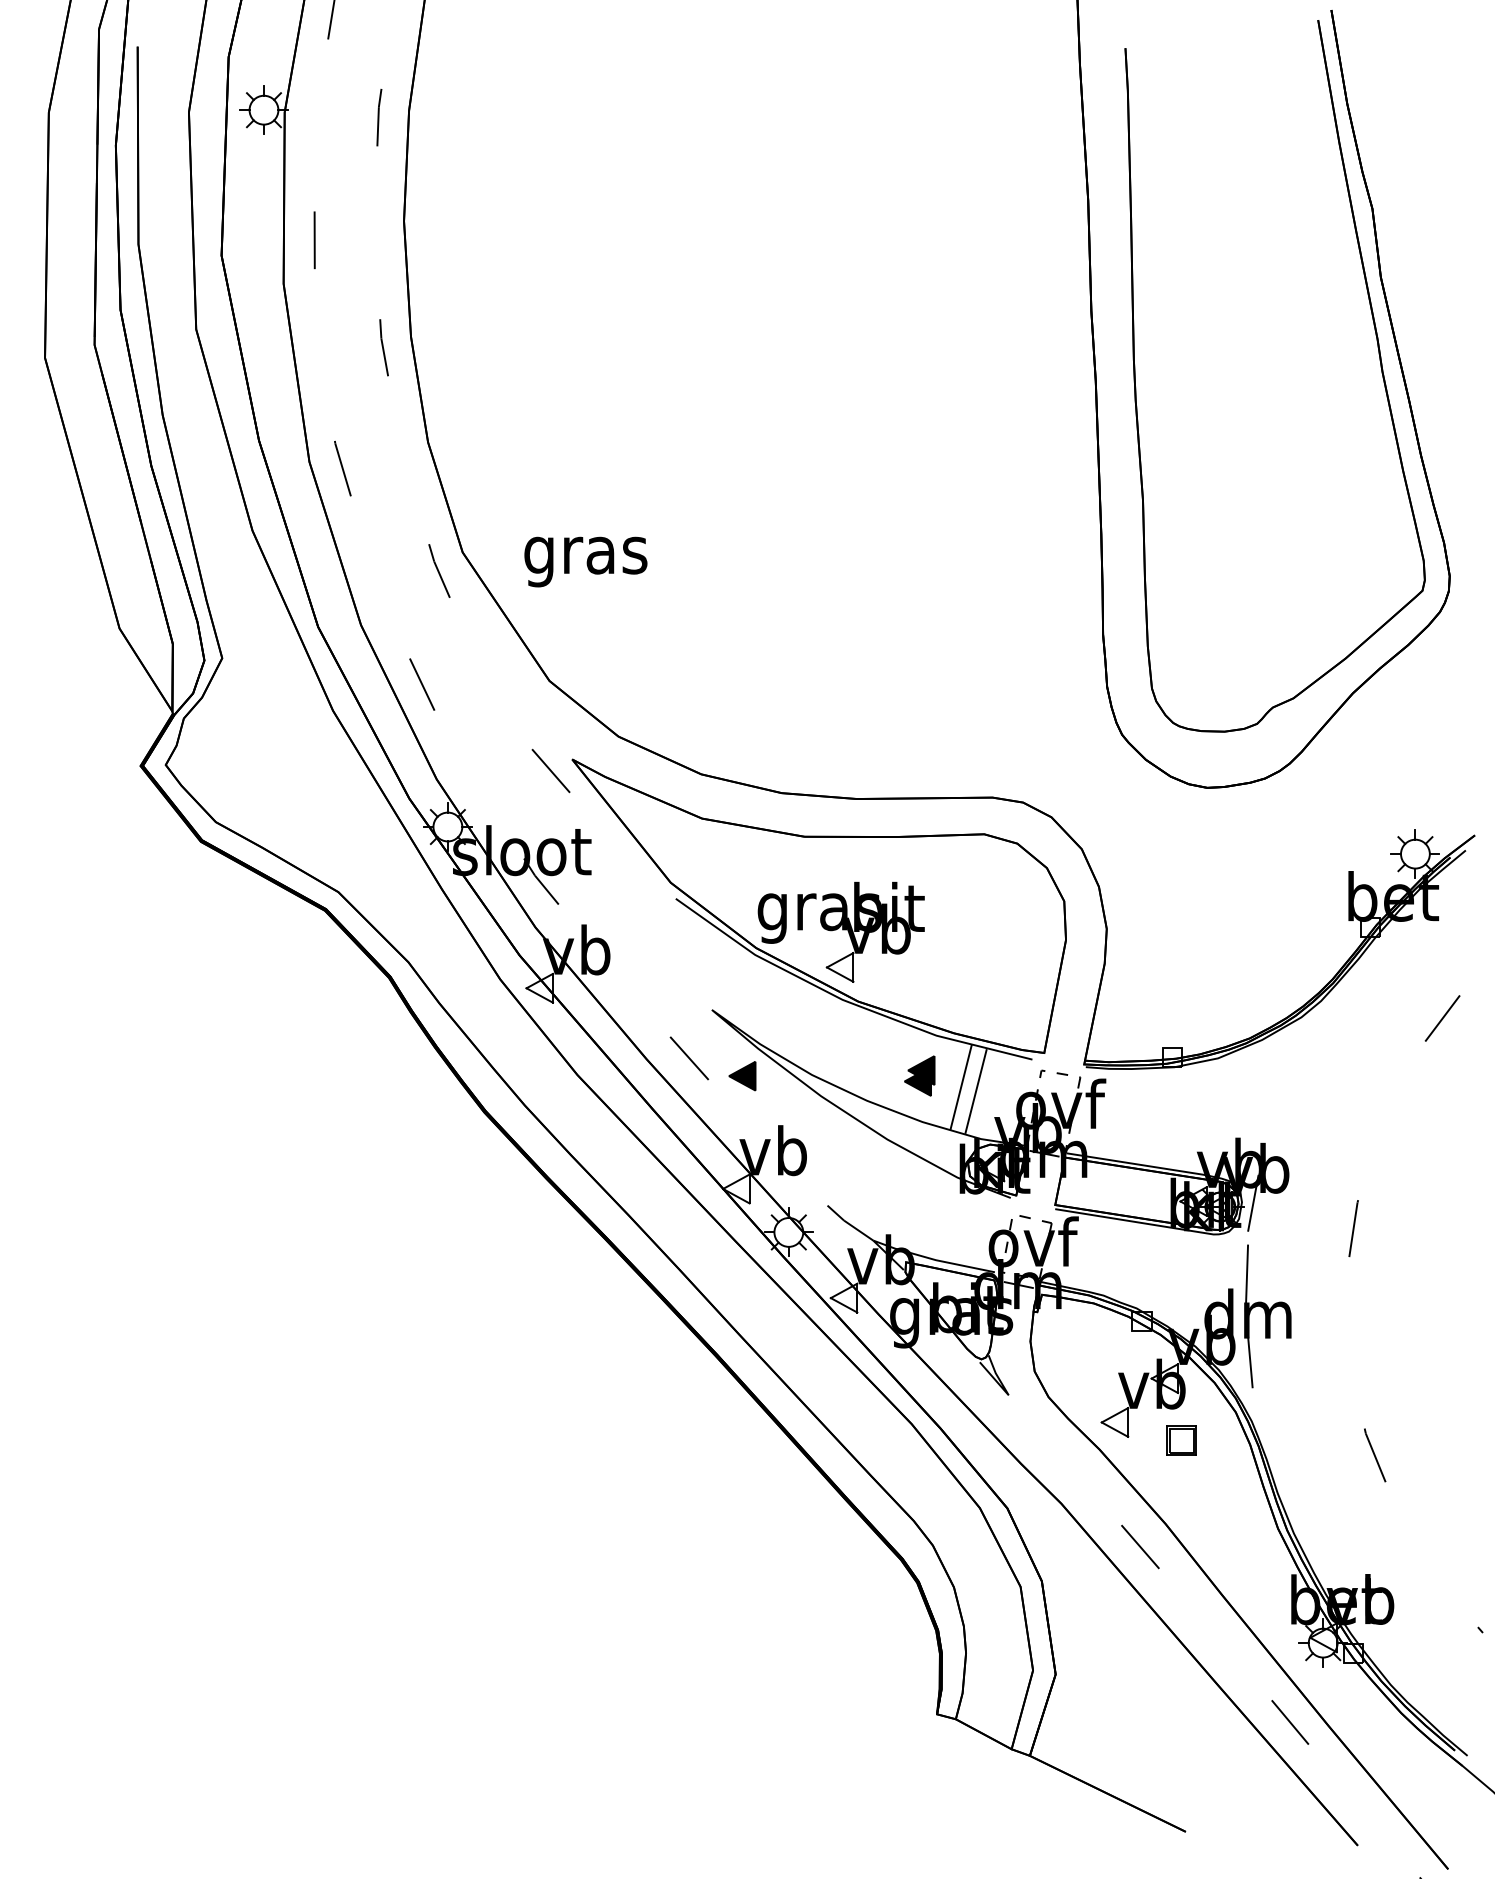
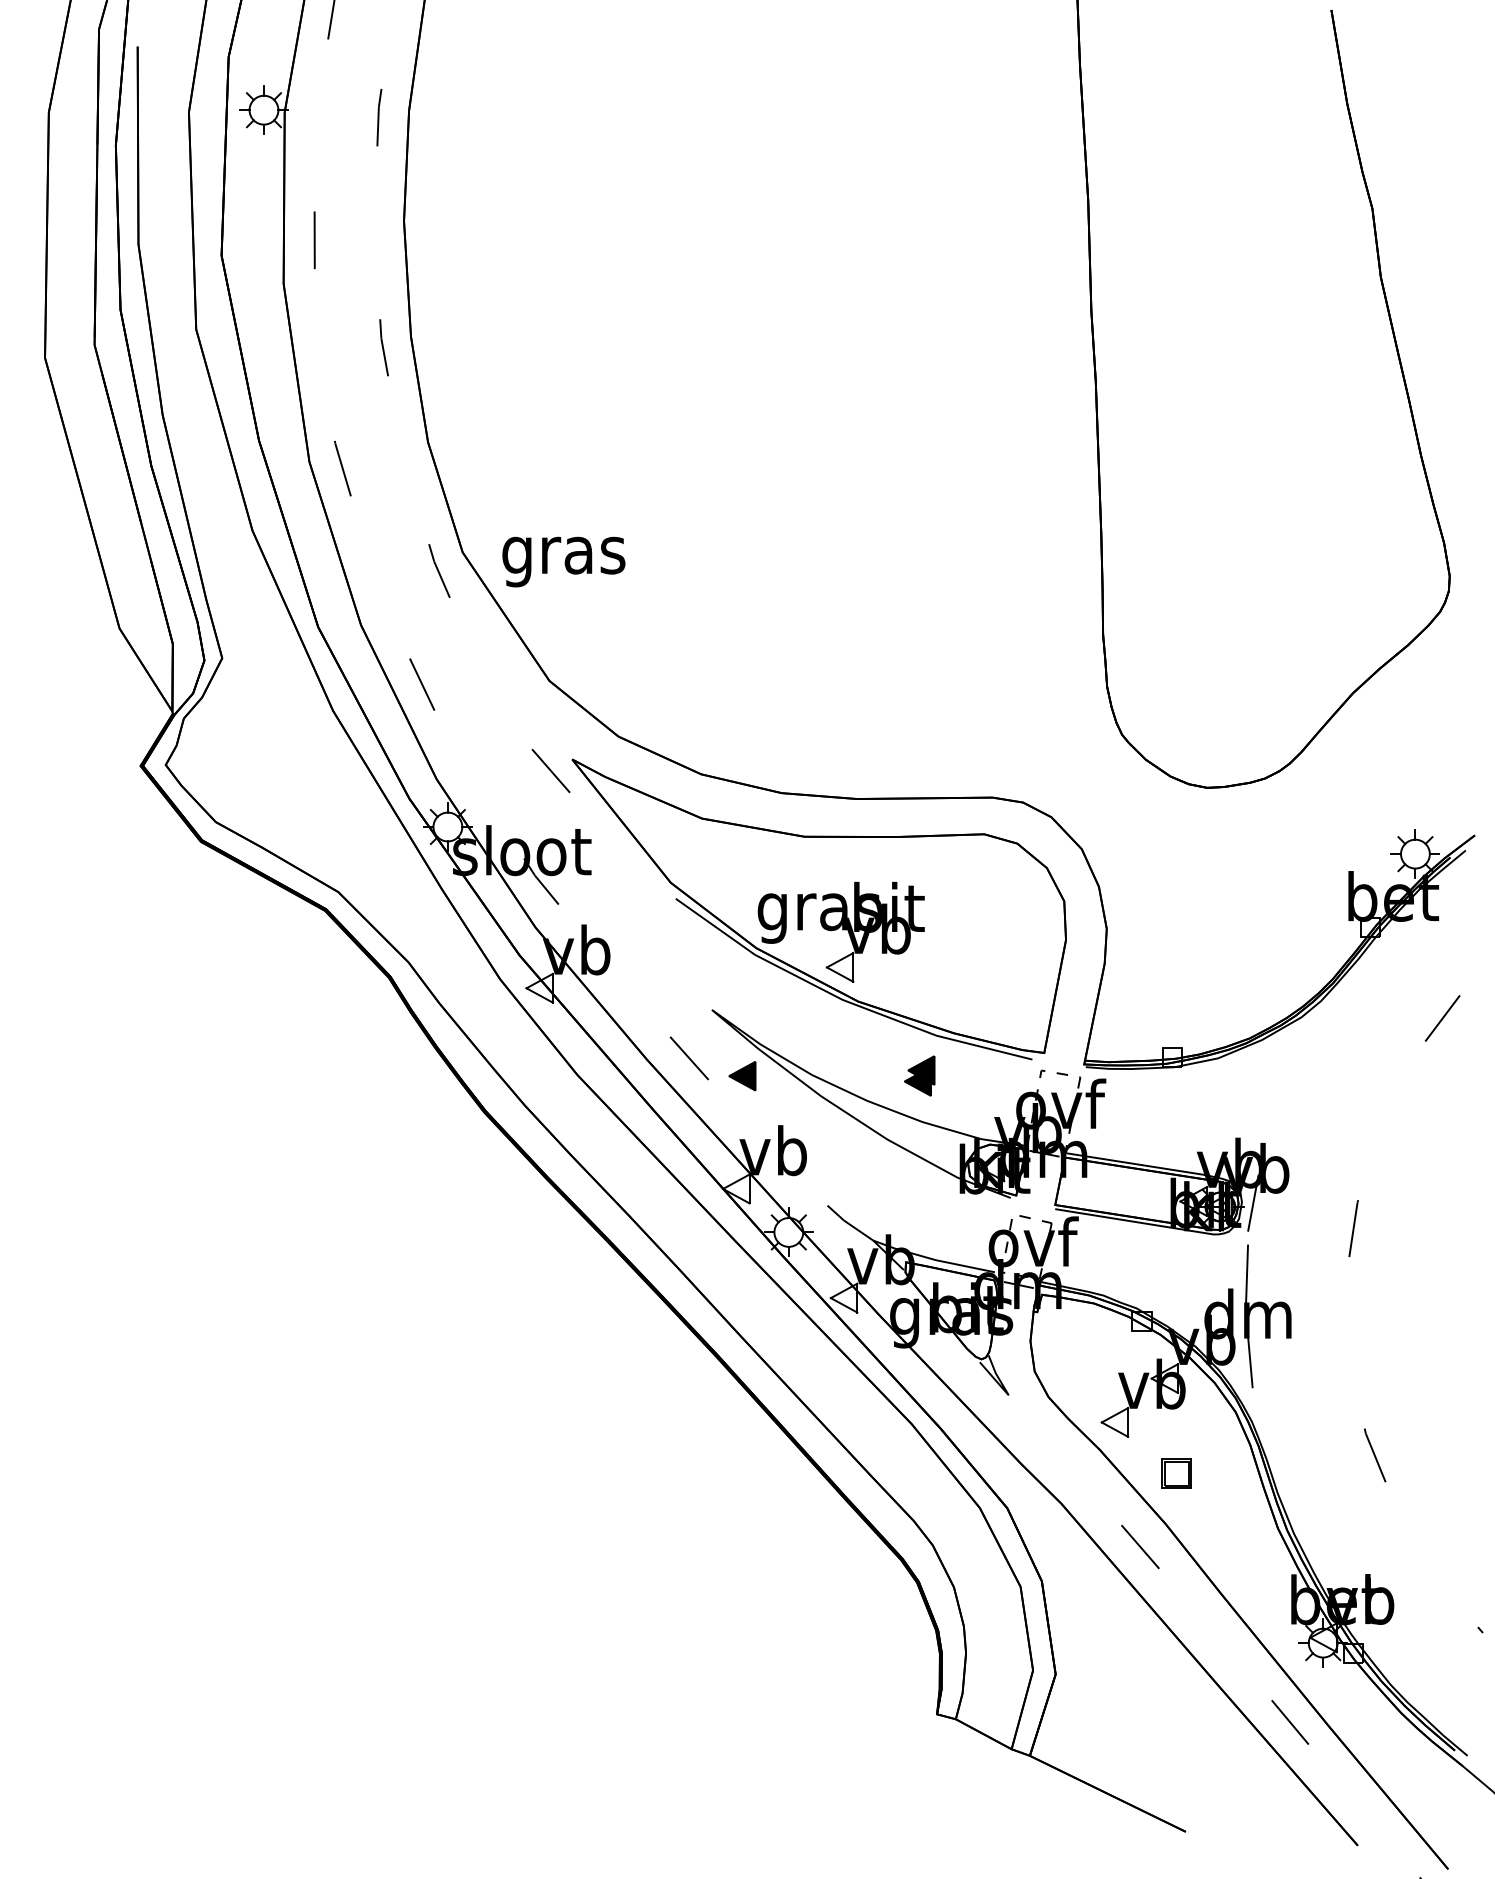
part at (1379, 360): present -> none
text at (585, 561) position: (585, 561) -> (563, 561)
line at (960, 1087): present -> none
line at (975, 1091): present -> none
part at (1181, 1440) position: (1181, 1440) -> (1176, 1473)
